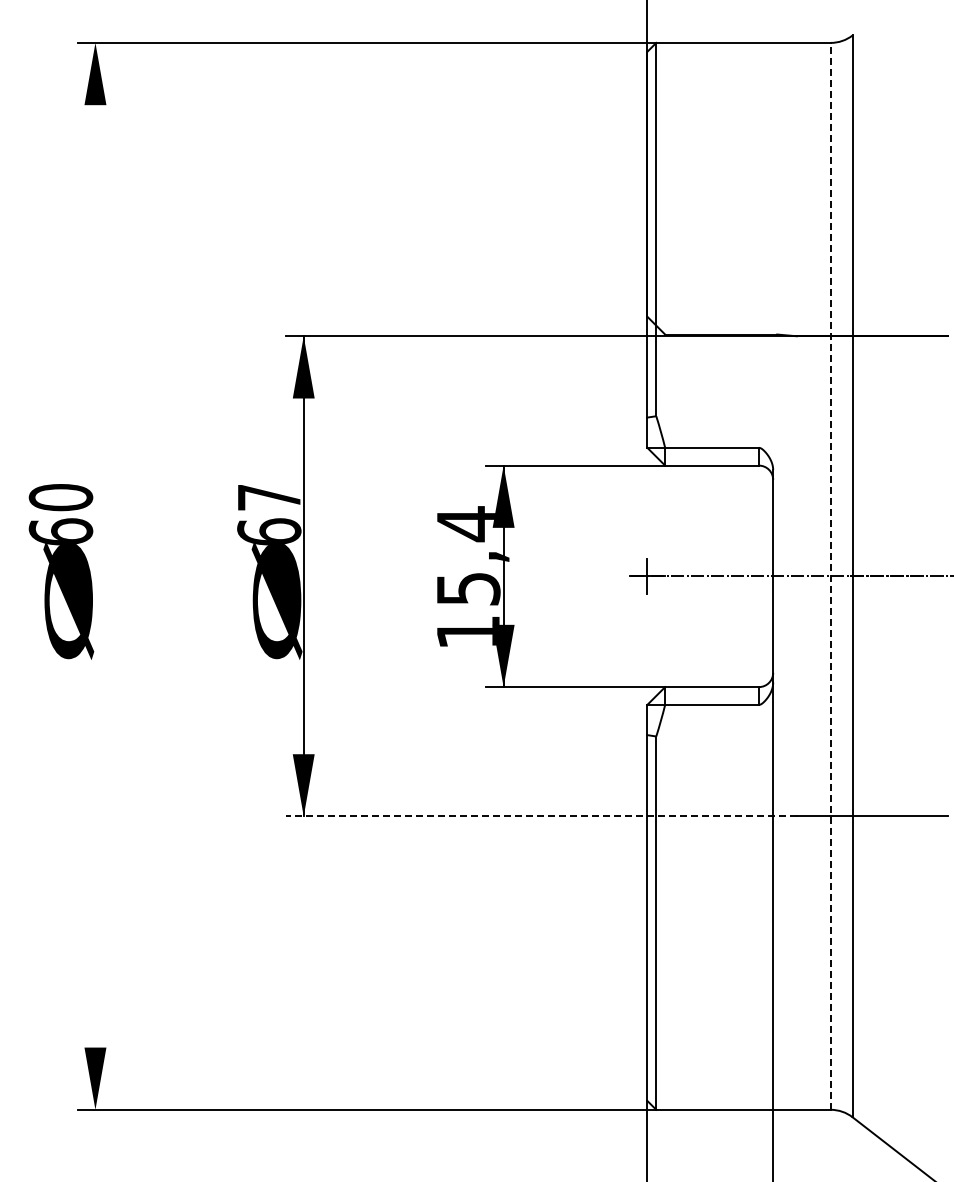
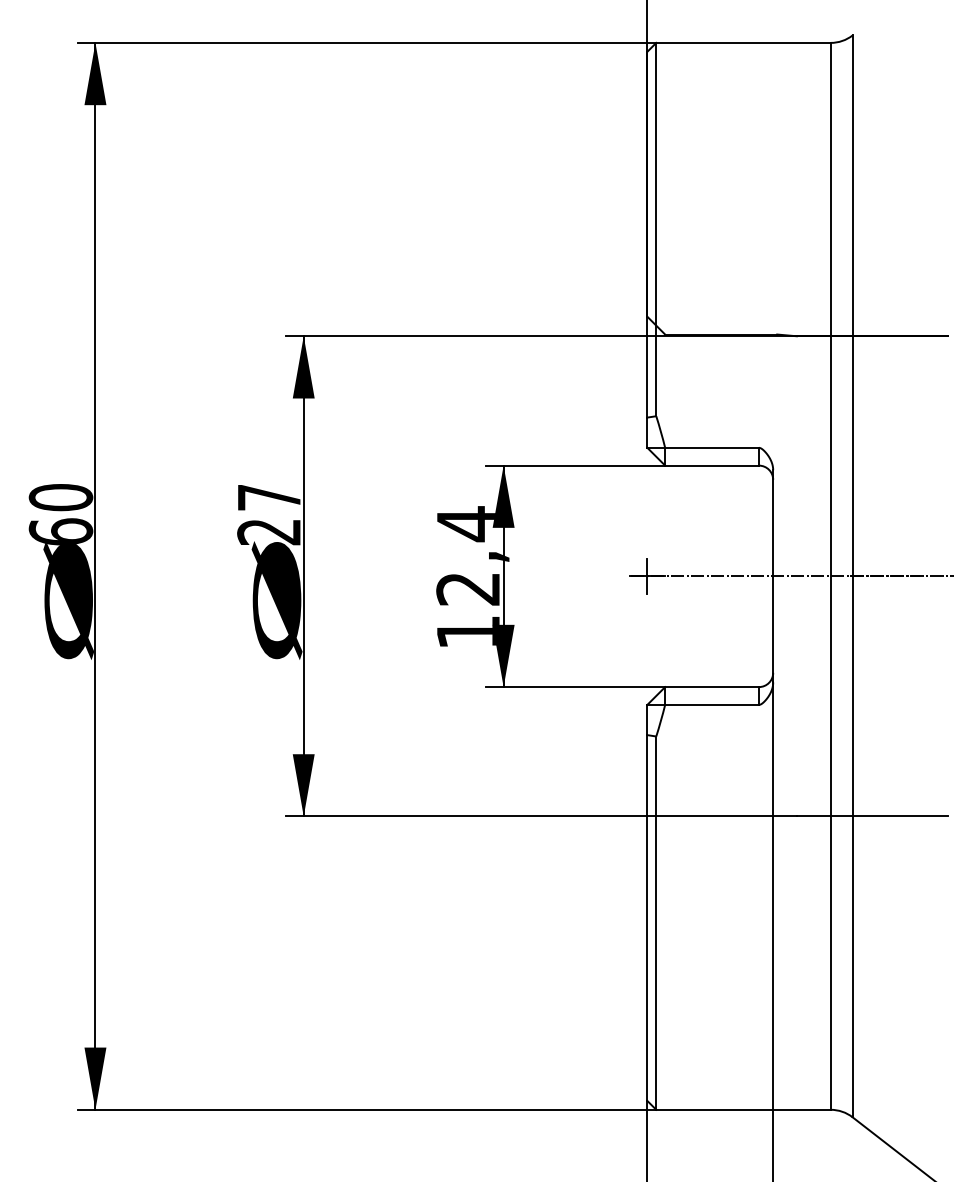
text at (269, 531): 67 -> 27
line at (95, 575): none -> present
line at (830, 575): dashed -> solid
text at (468, 589): 15,4 -> 12,4
line at (540, 816): dashed -> solid
